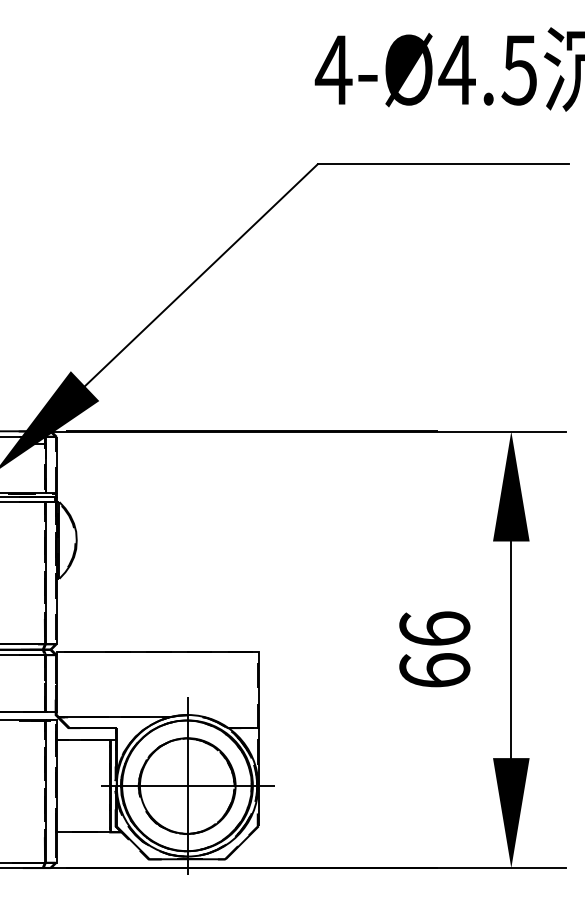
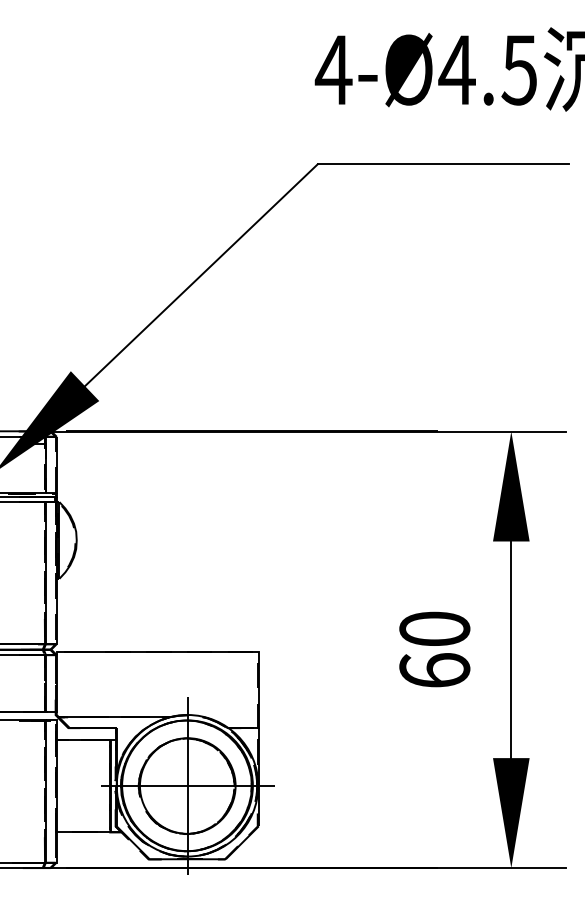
text at (434, 628): 66 -> 60
